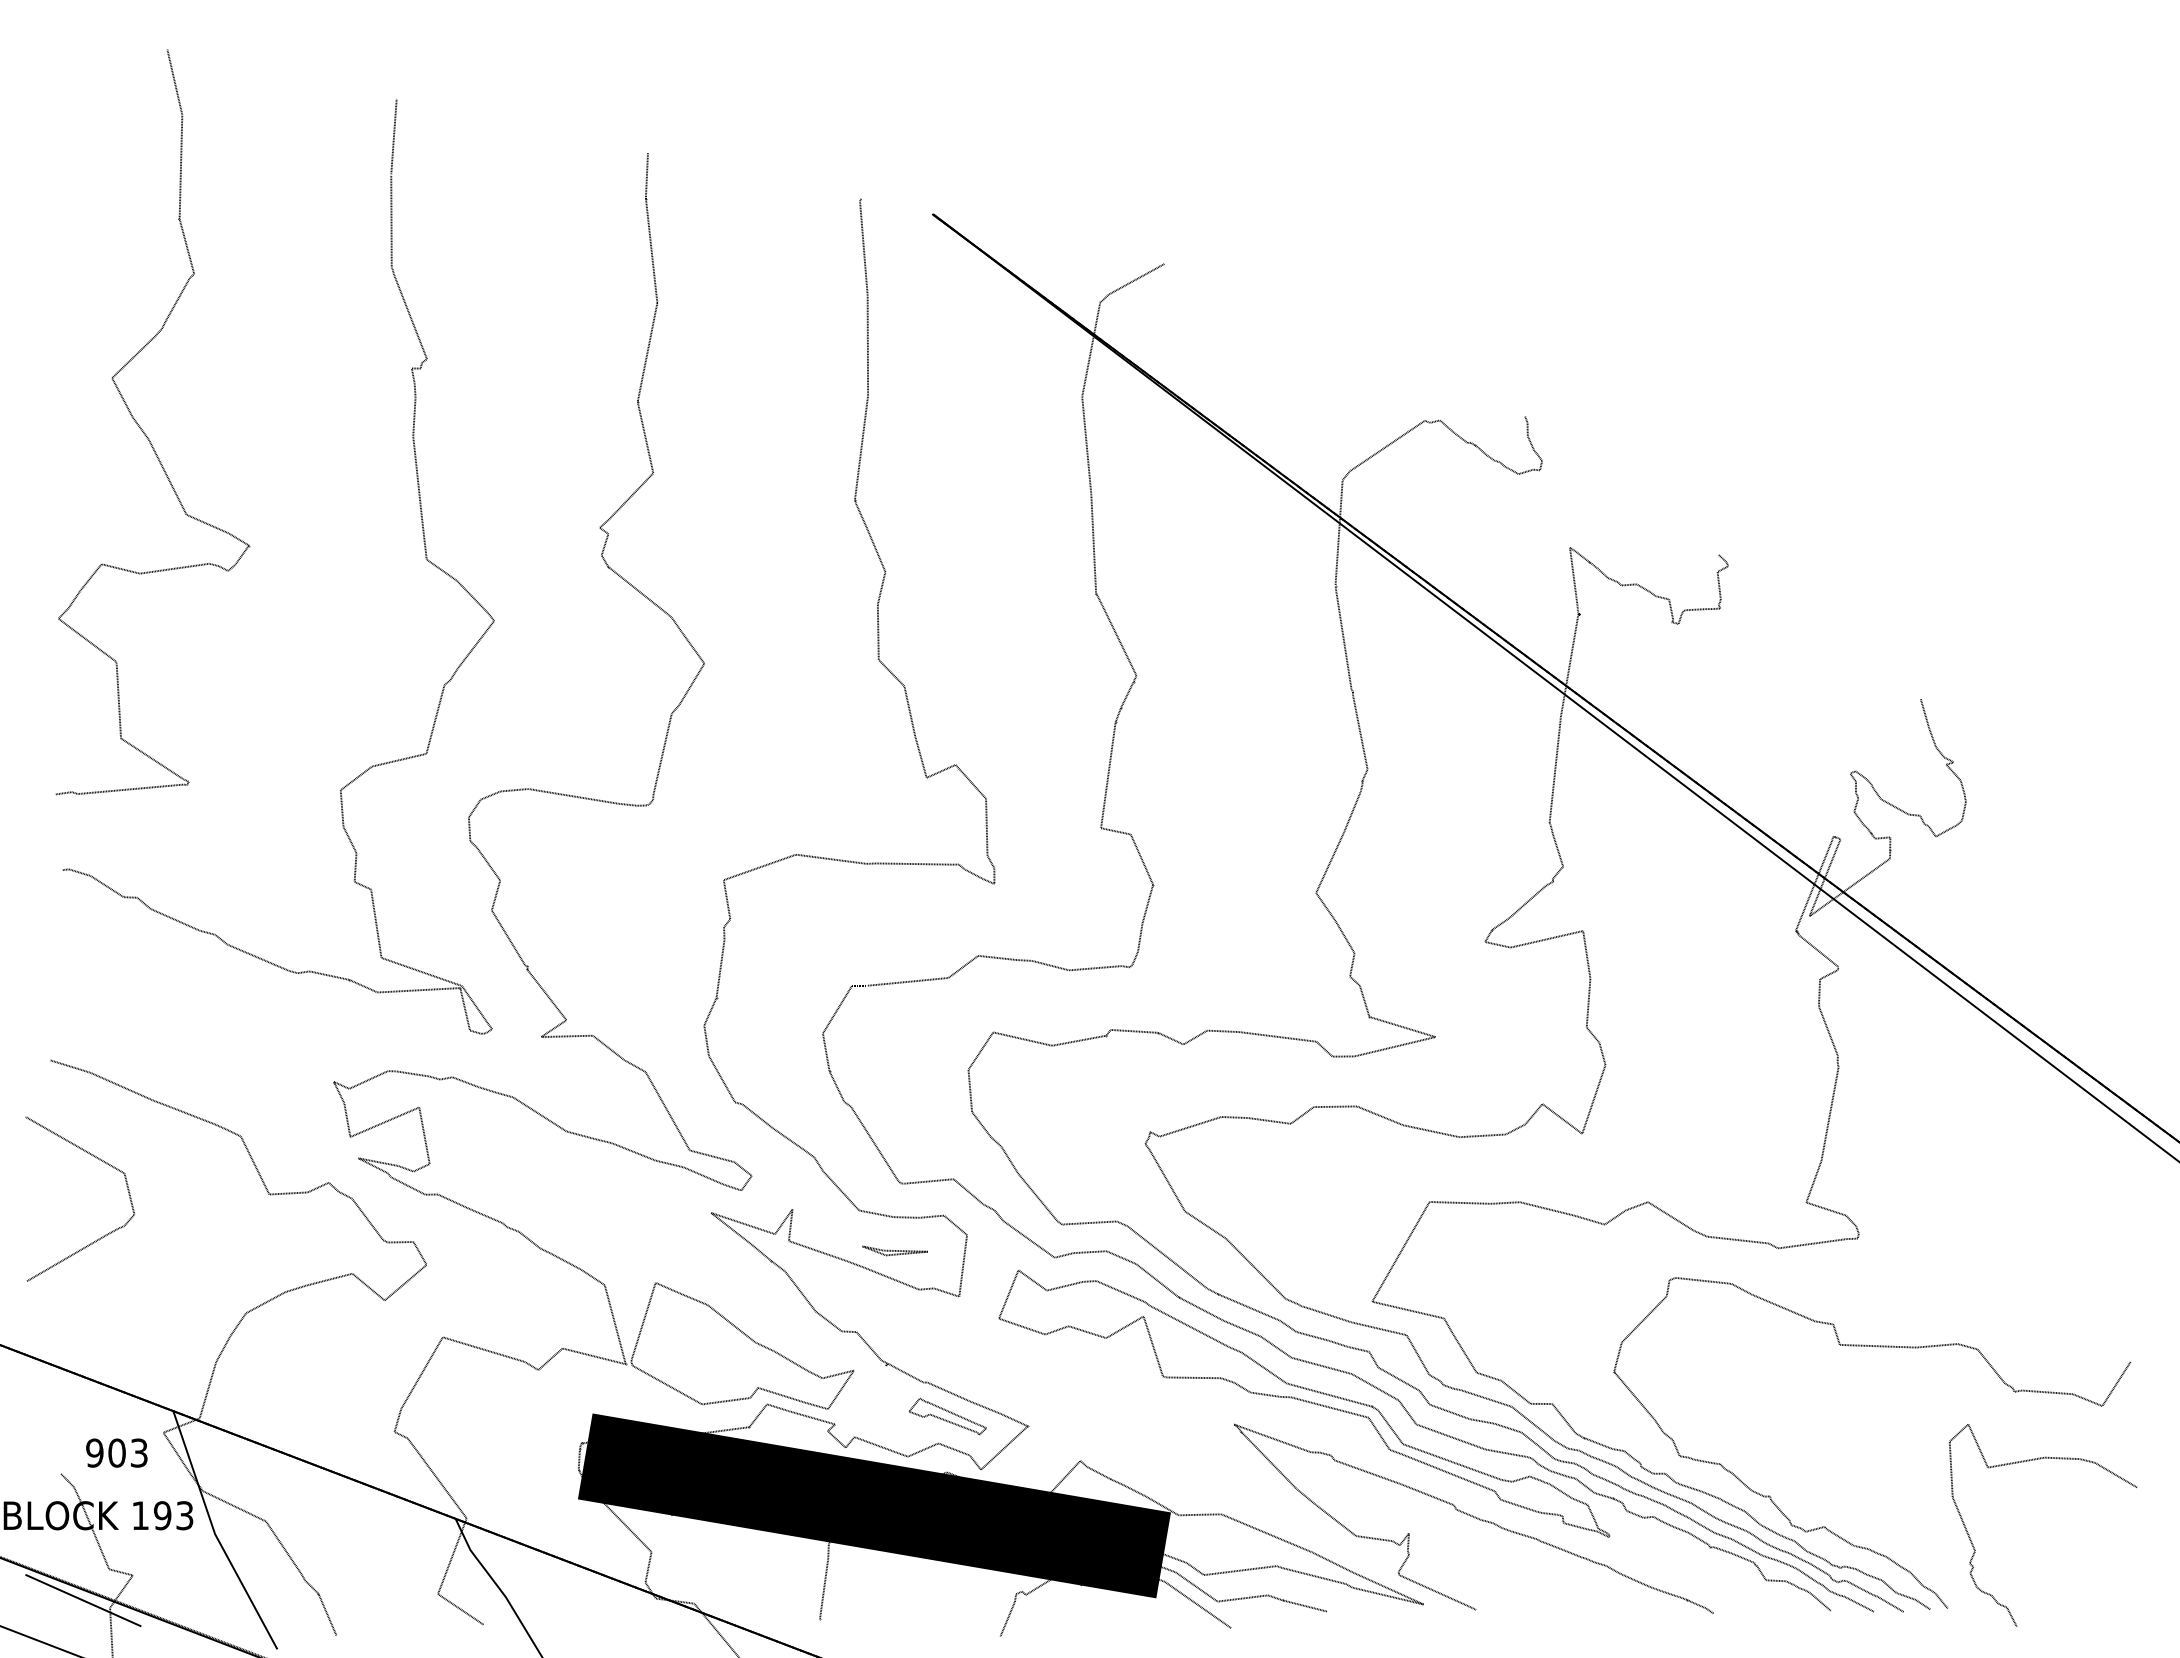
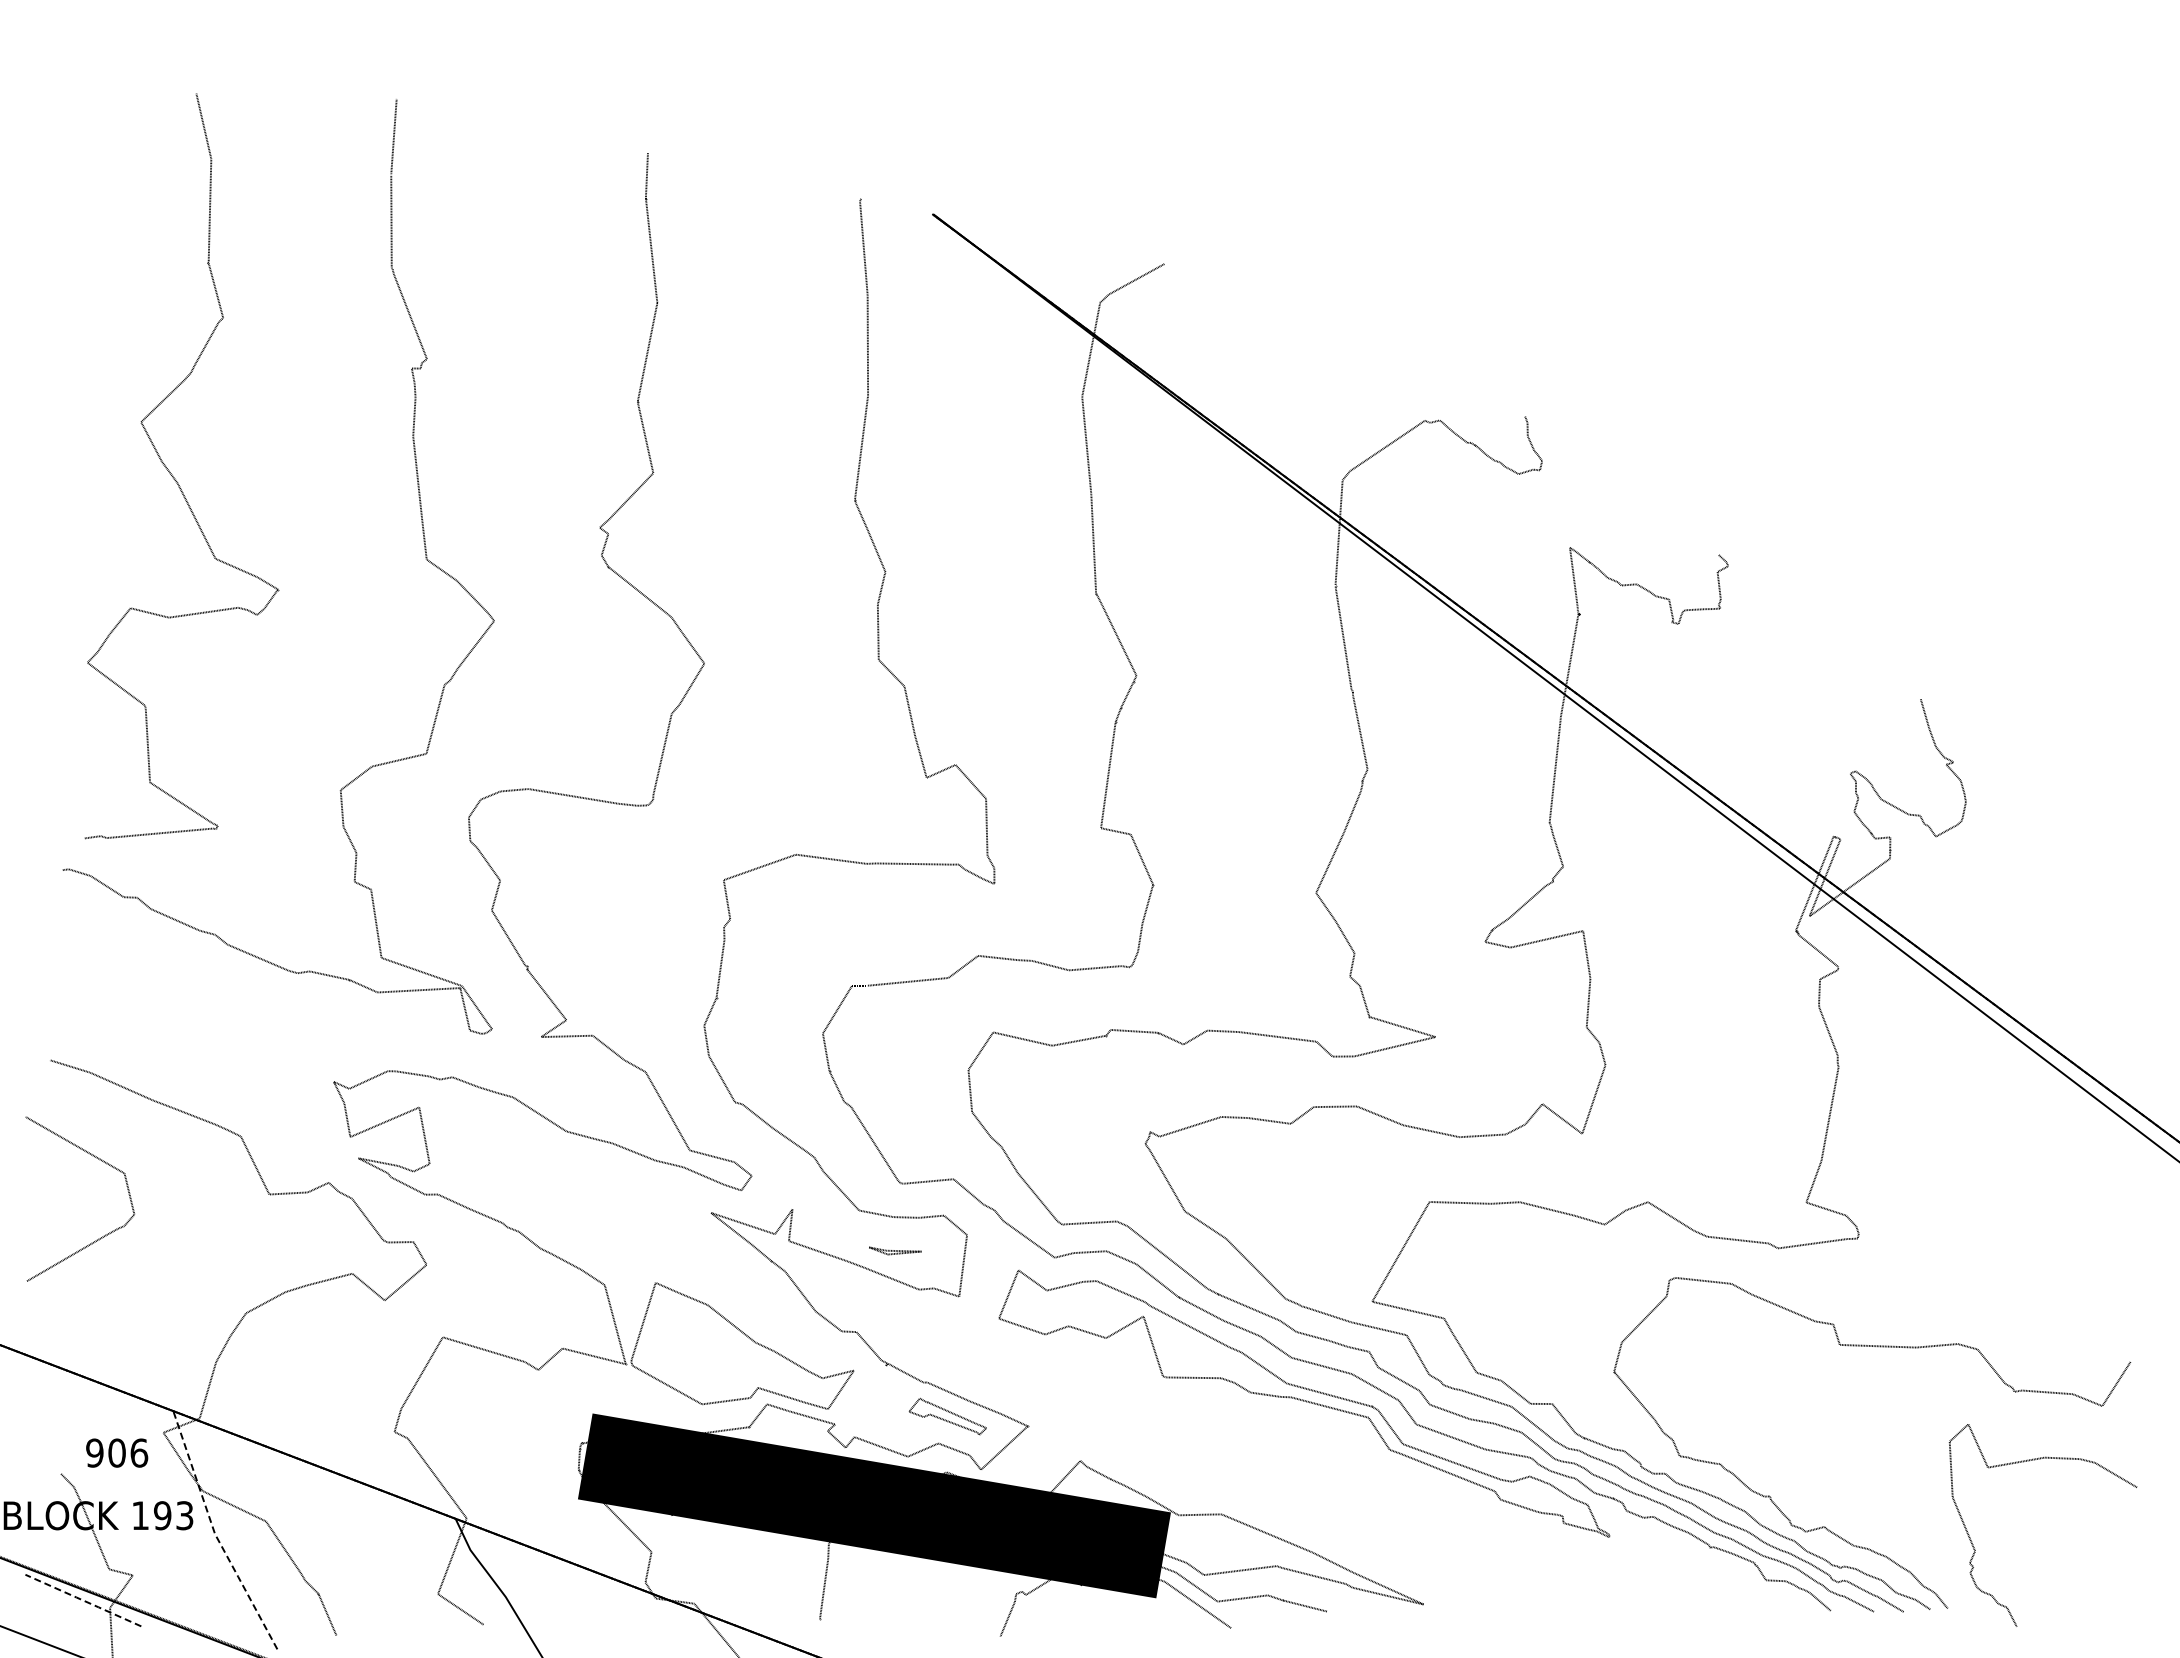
curve at (143, 430) position: (143, 430) -> (172, 474)
part at (894, 1250) size: 66x12 px -> 53x10 px
text at (139, 1452): 903 -> 906
curve at (1473, 1517): present -> none
line at (215, 1535): solid -> dashed
line at (82, 1600): solid -> dashed
